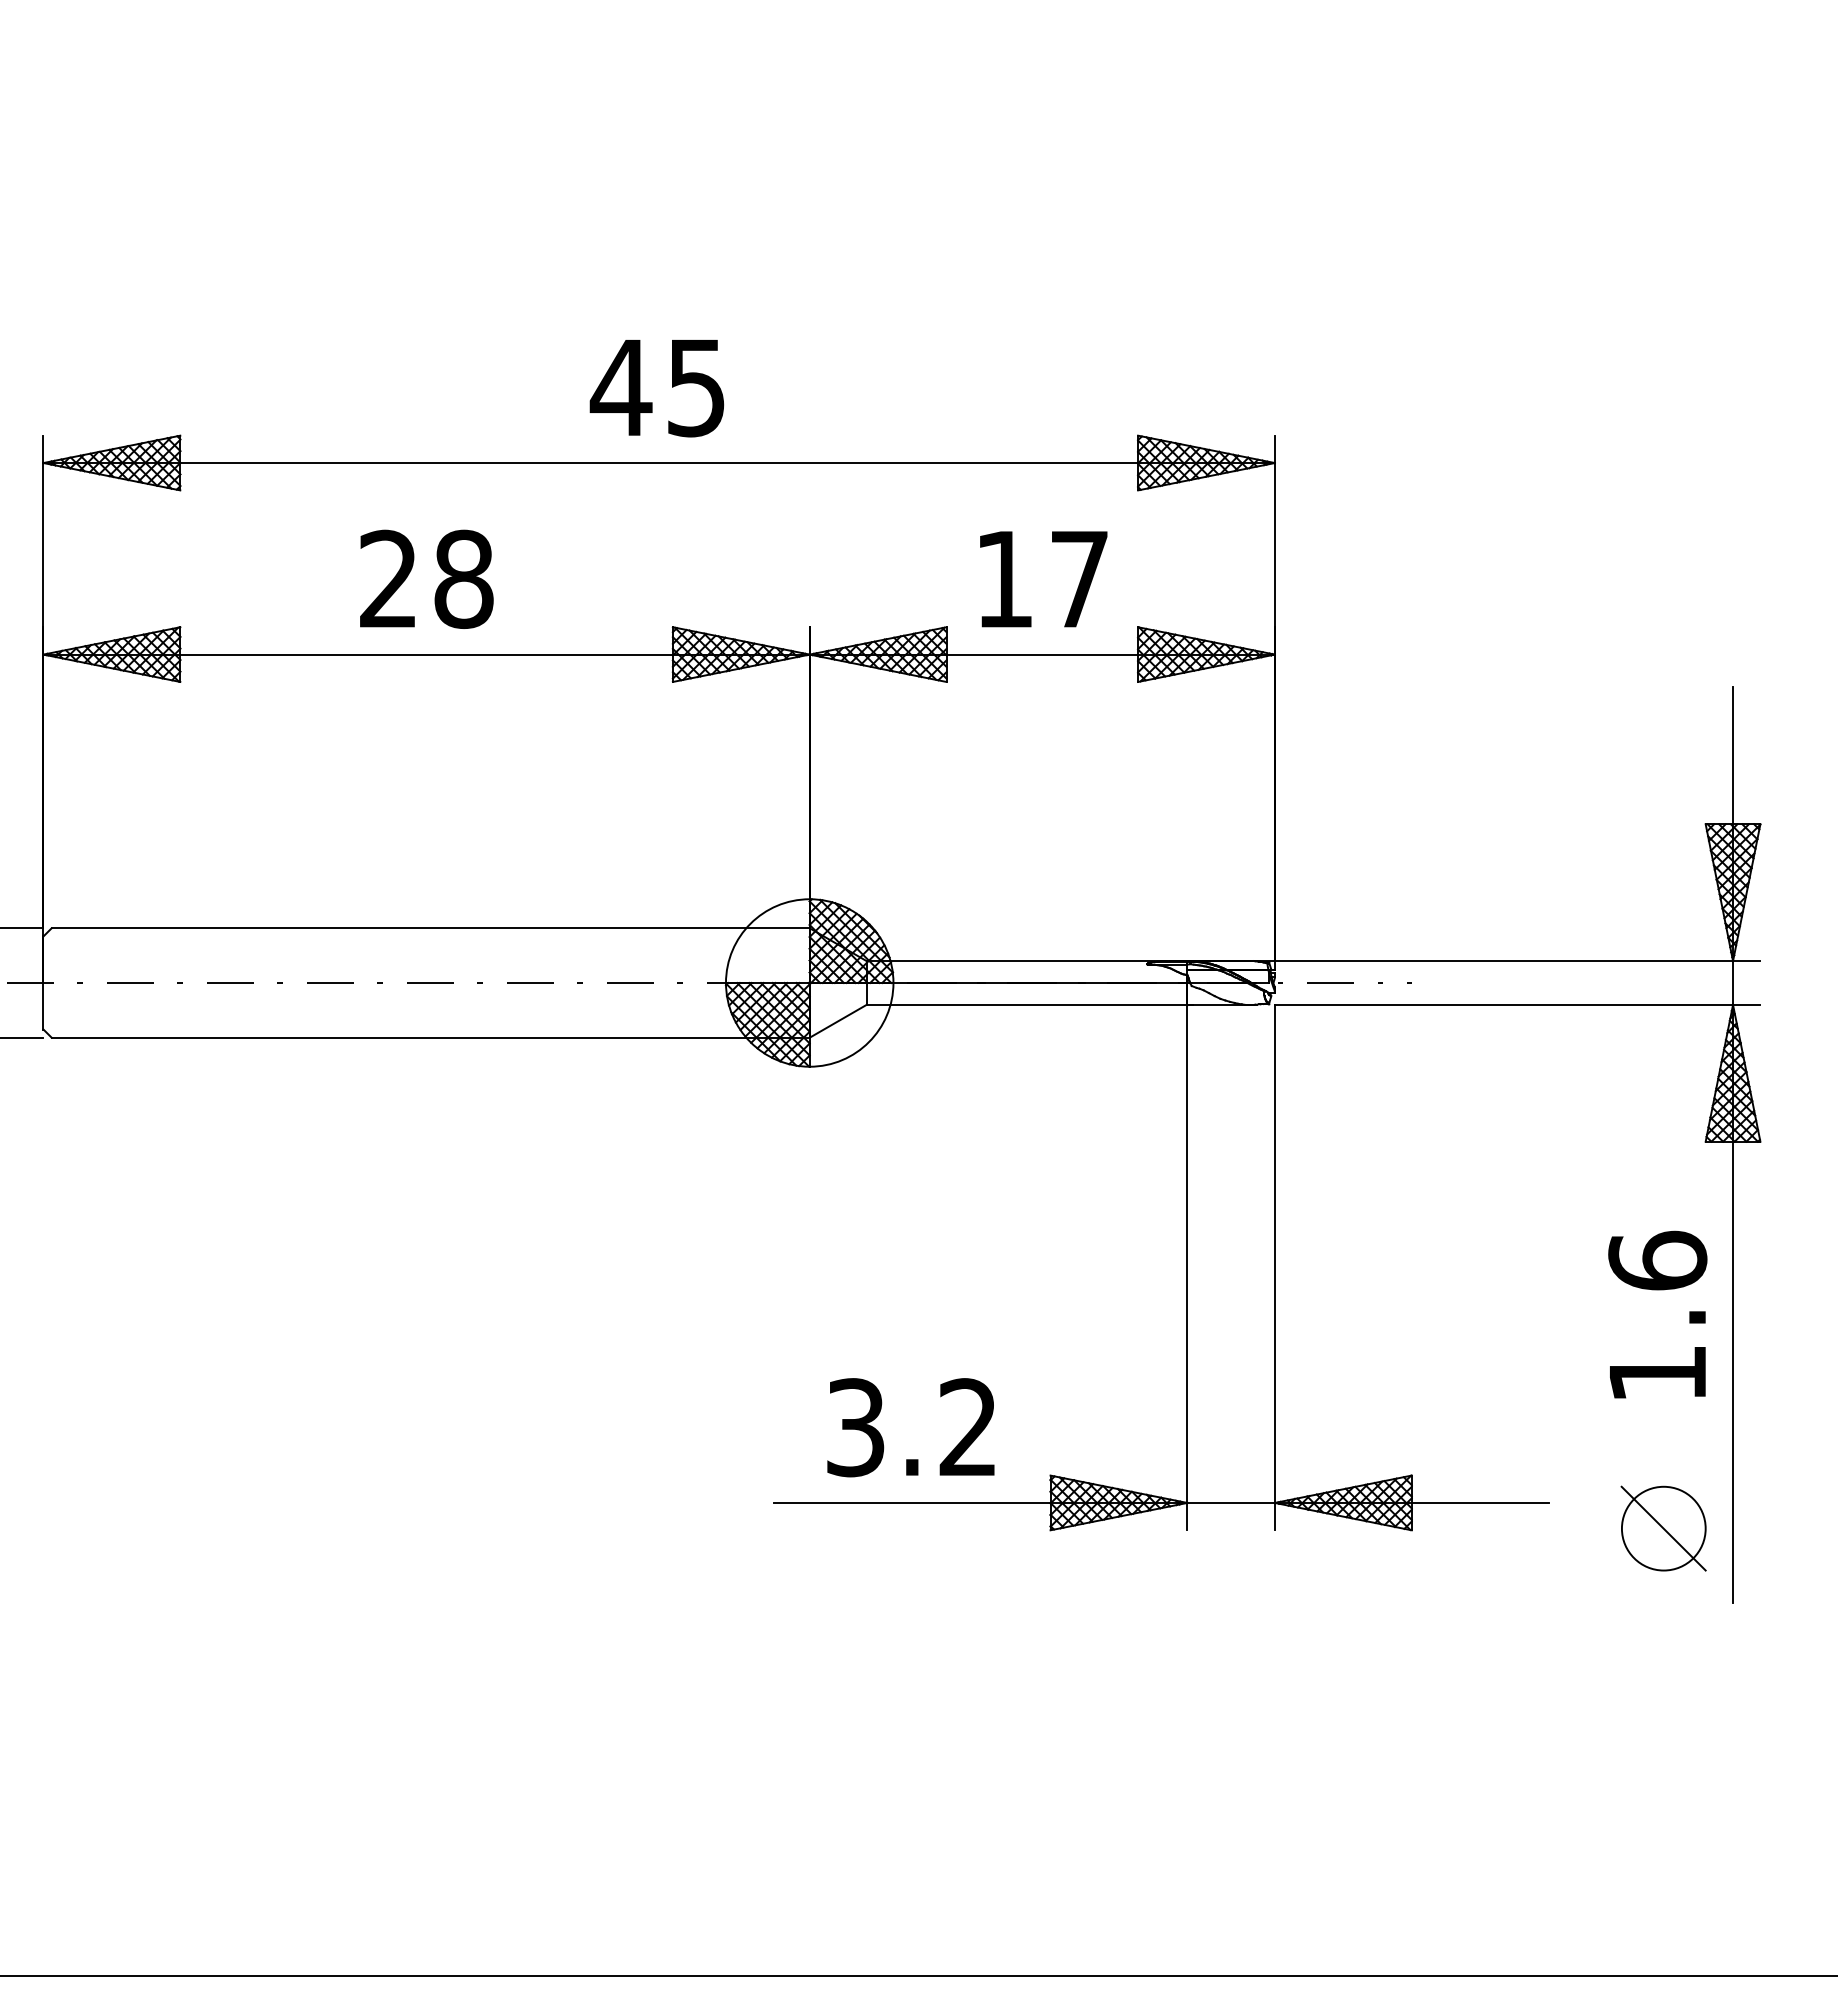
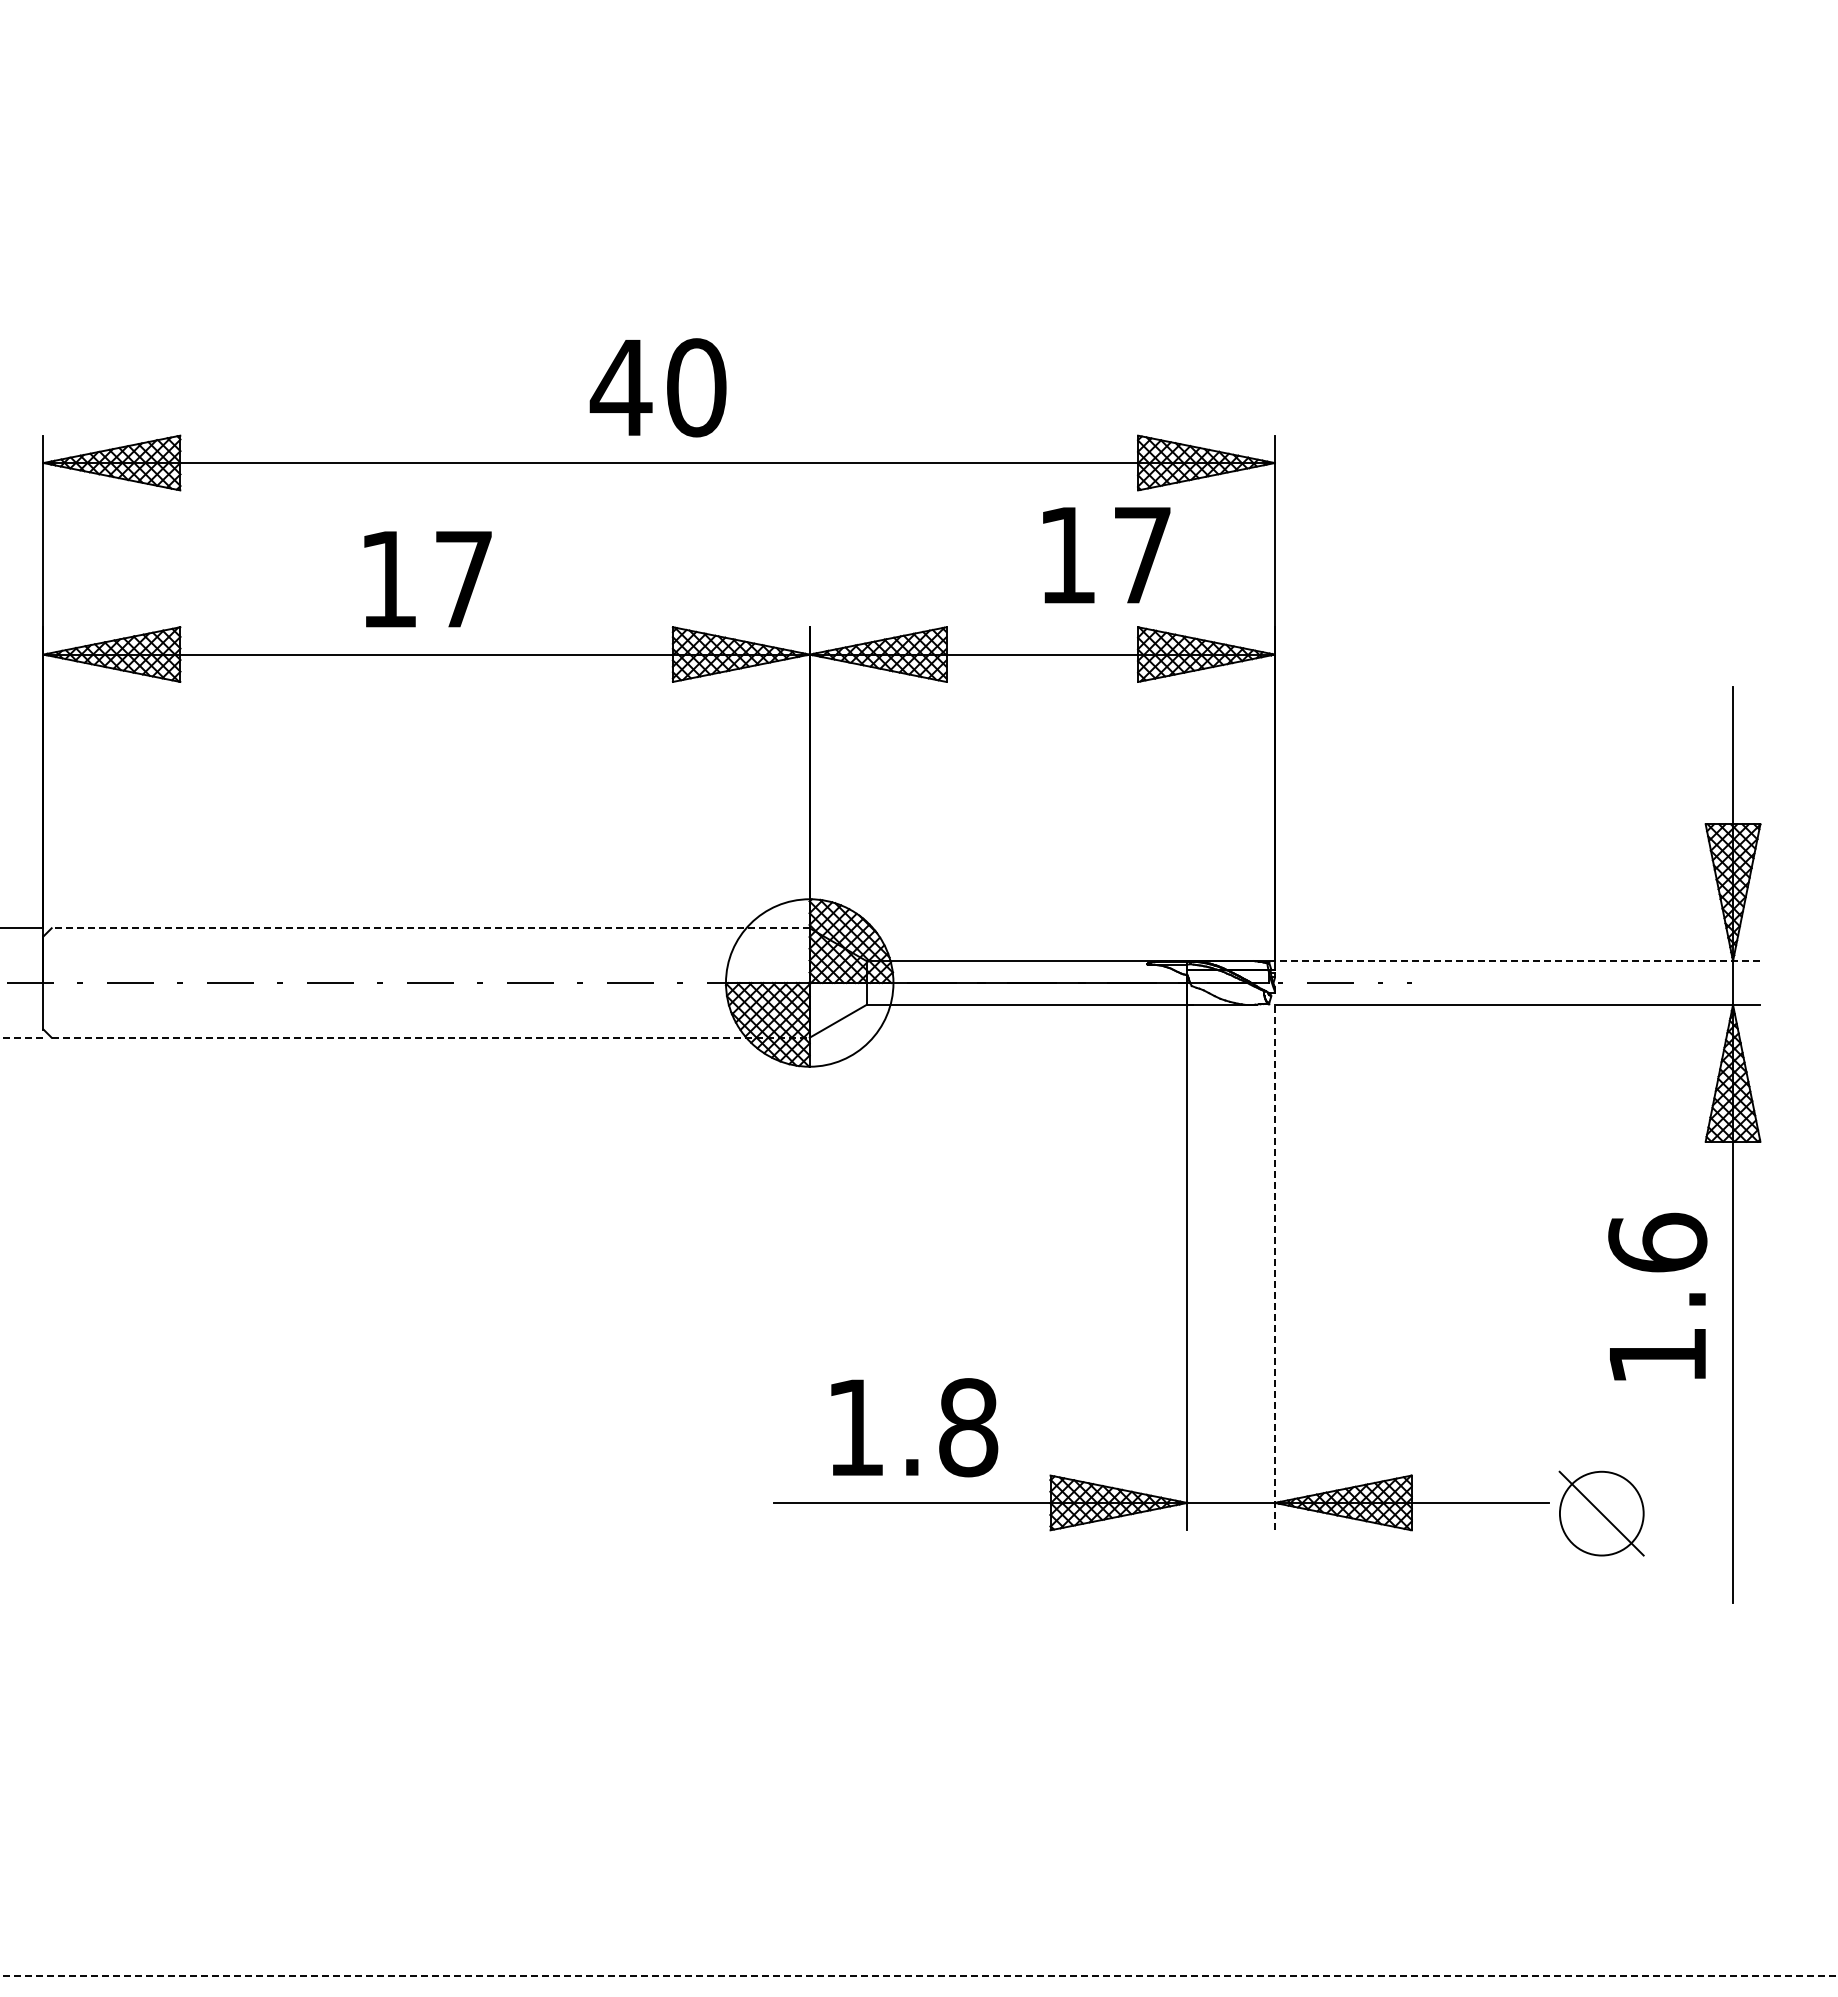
text at (696, 387): 45 -> 40
text at (426, 578): 28 -> 17
text at (1043, 579) position: (1043, 579) -> (1106, 555)
line at (430, 928): solid -> dashed
line at (1517, 961): solid -> dashed
line at (21, 1037): solid -> dashed
line at (431, 1037): solid -> dashed
line at (1274, 1267): solid -> dashed
text at (1657, 1314) position: (1657, 1314) -> (1657, 1296)
text at (912, 1427): 3.2 -> 1.8
part at (1663, 1528) position: (1663, 1528) -> (1601, 1513)
line at (919, 1976): solid -> dashed
